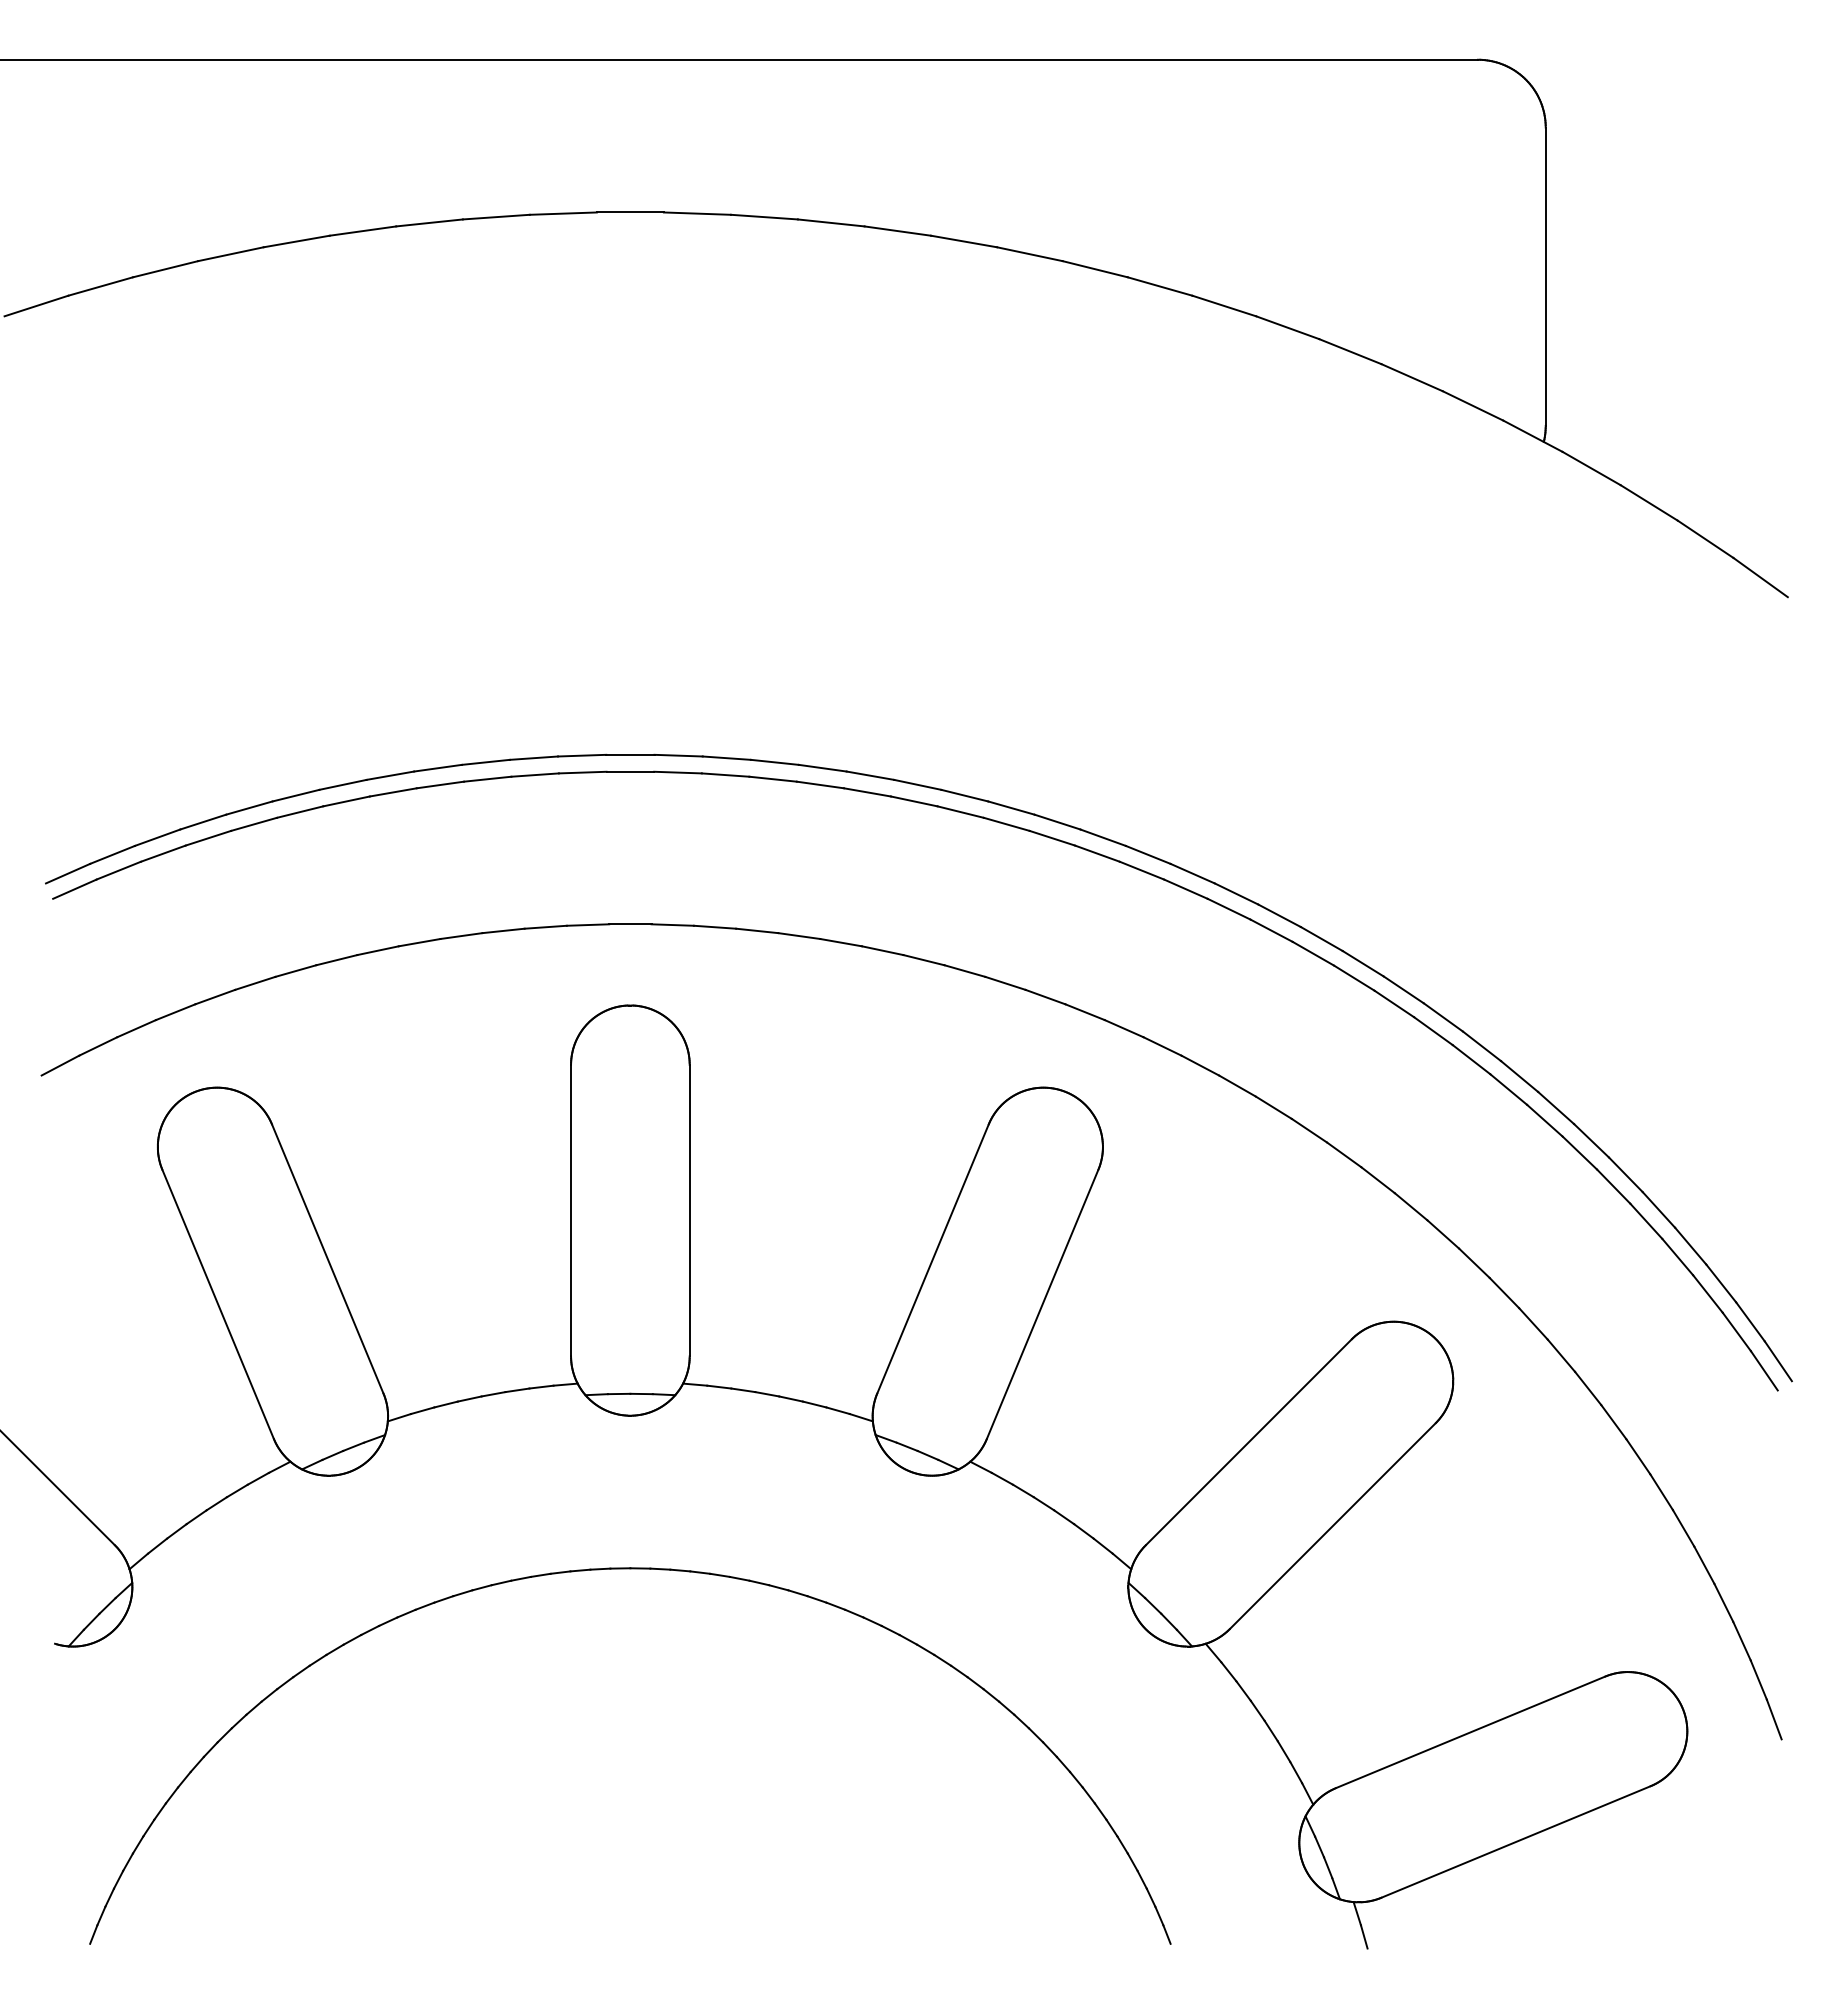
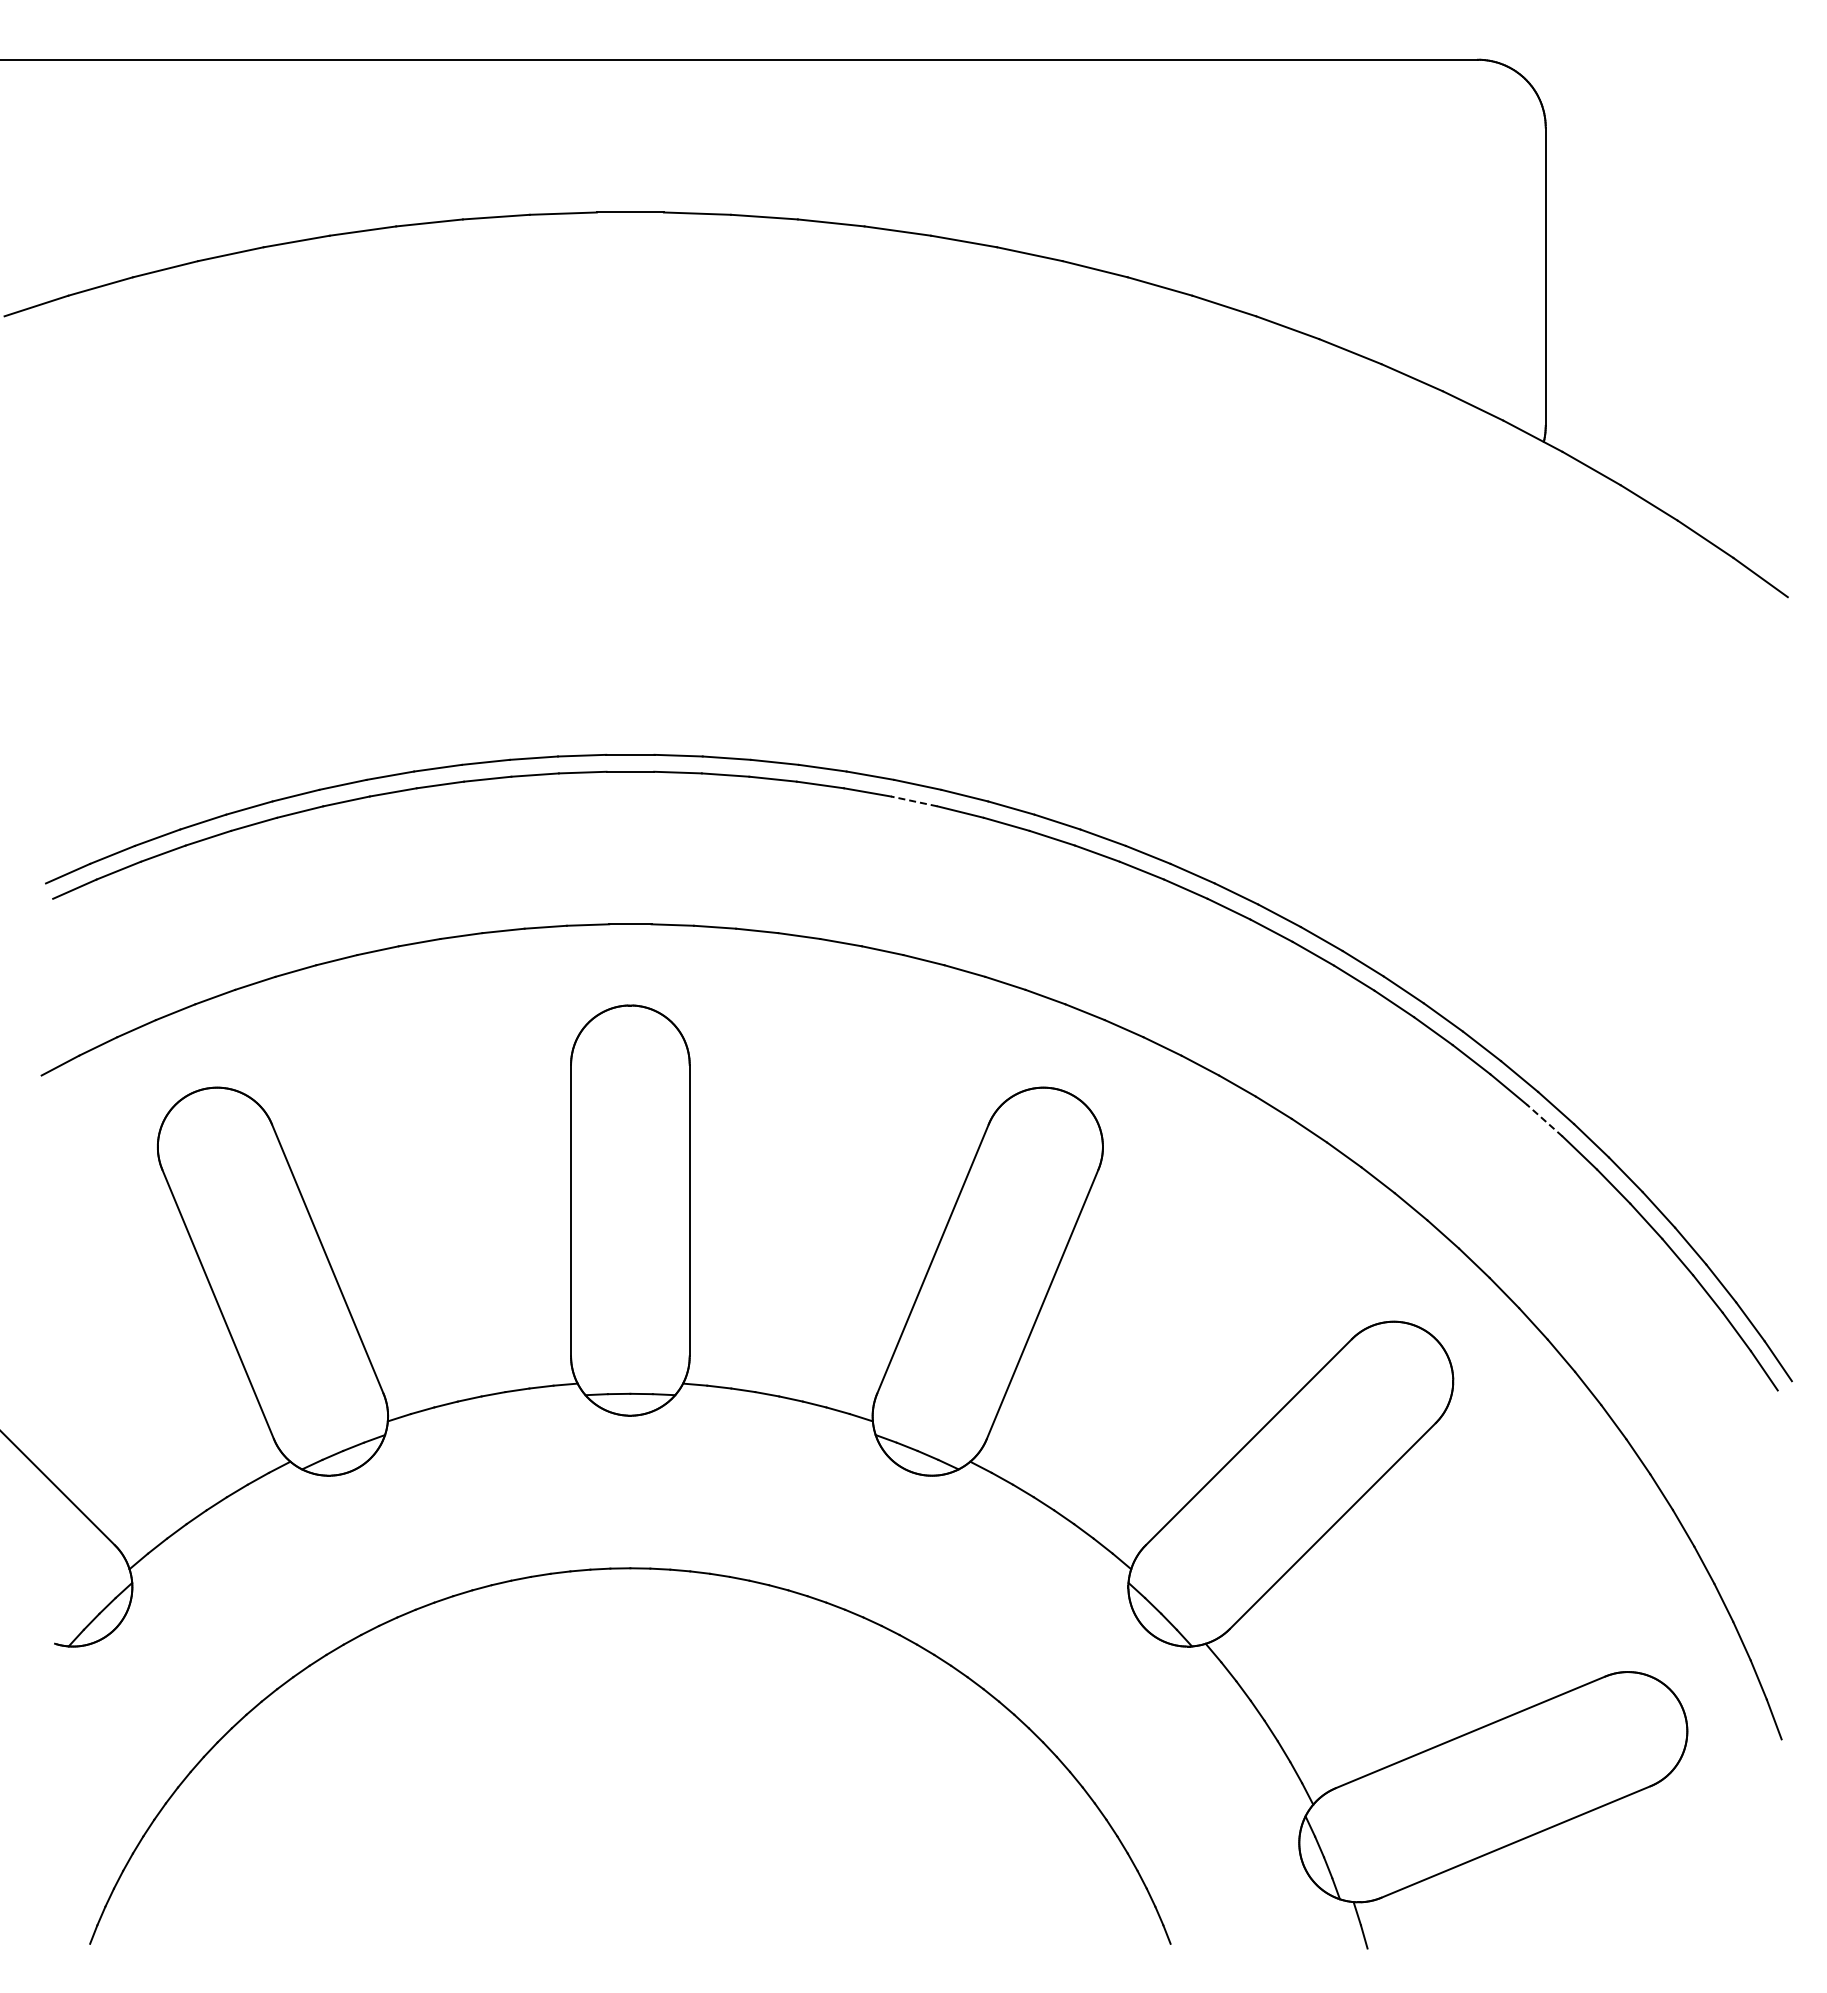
line at (914, 801): solid -> dashed
line at (1544, 1120): solid -> dashed
